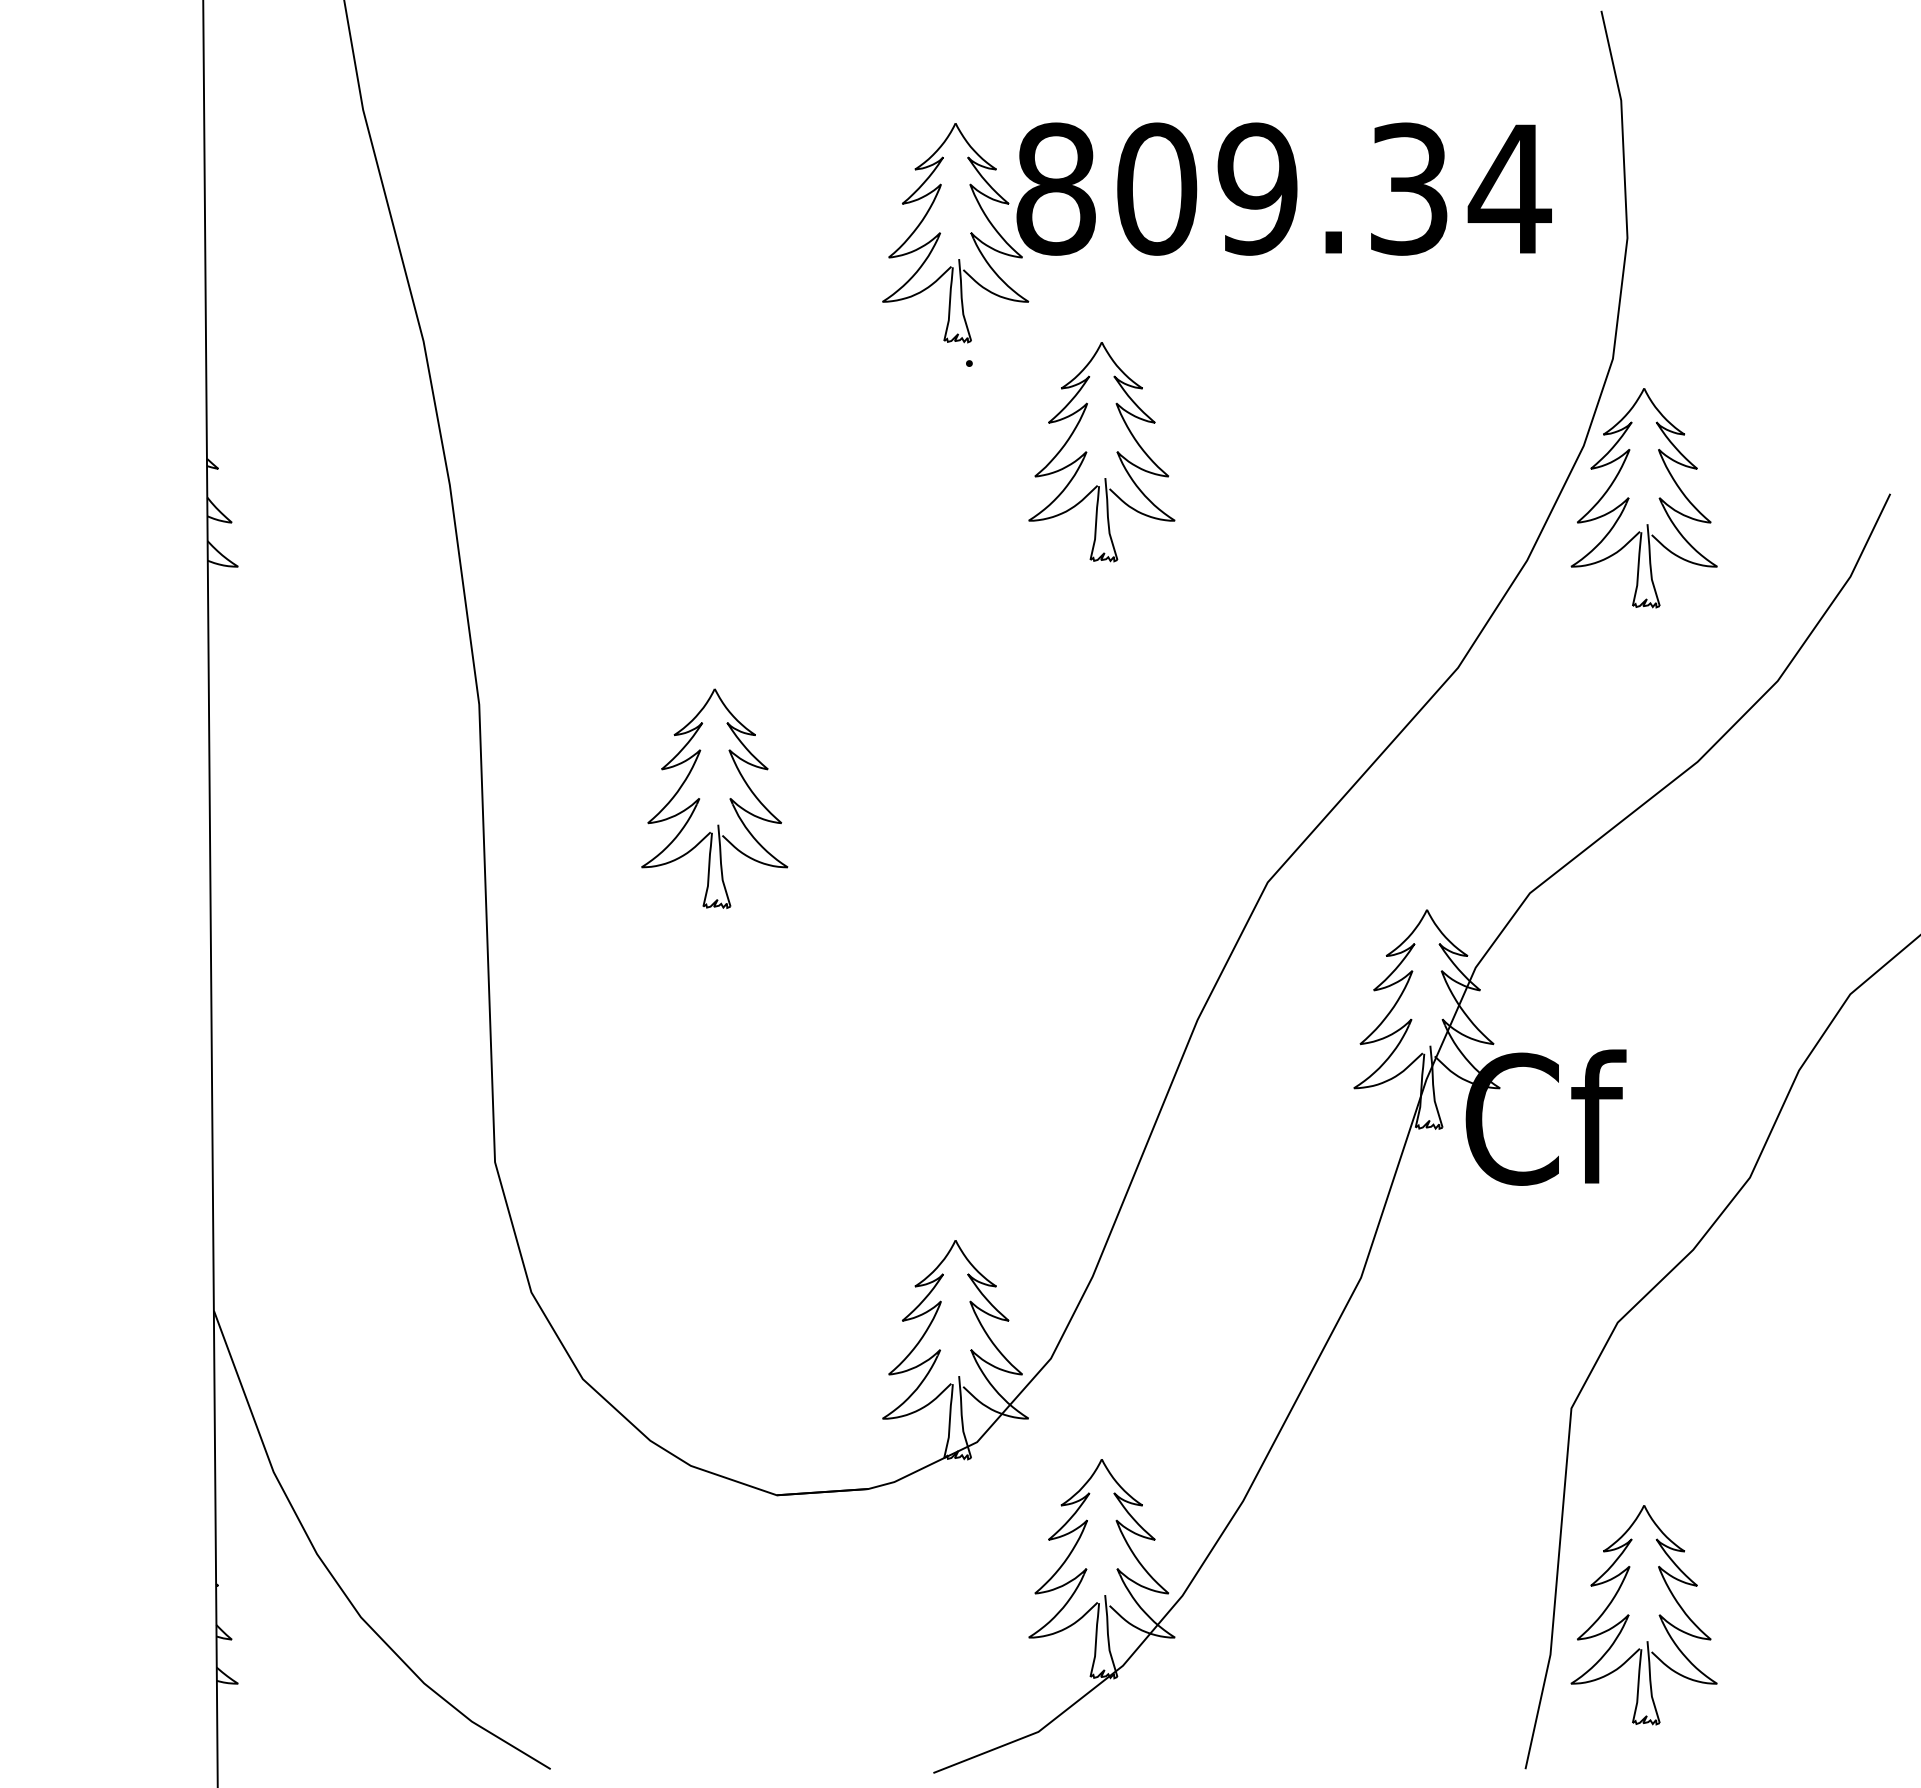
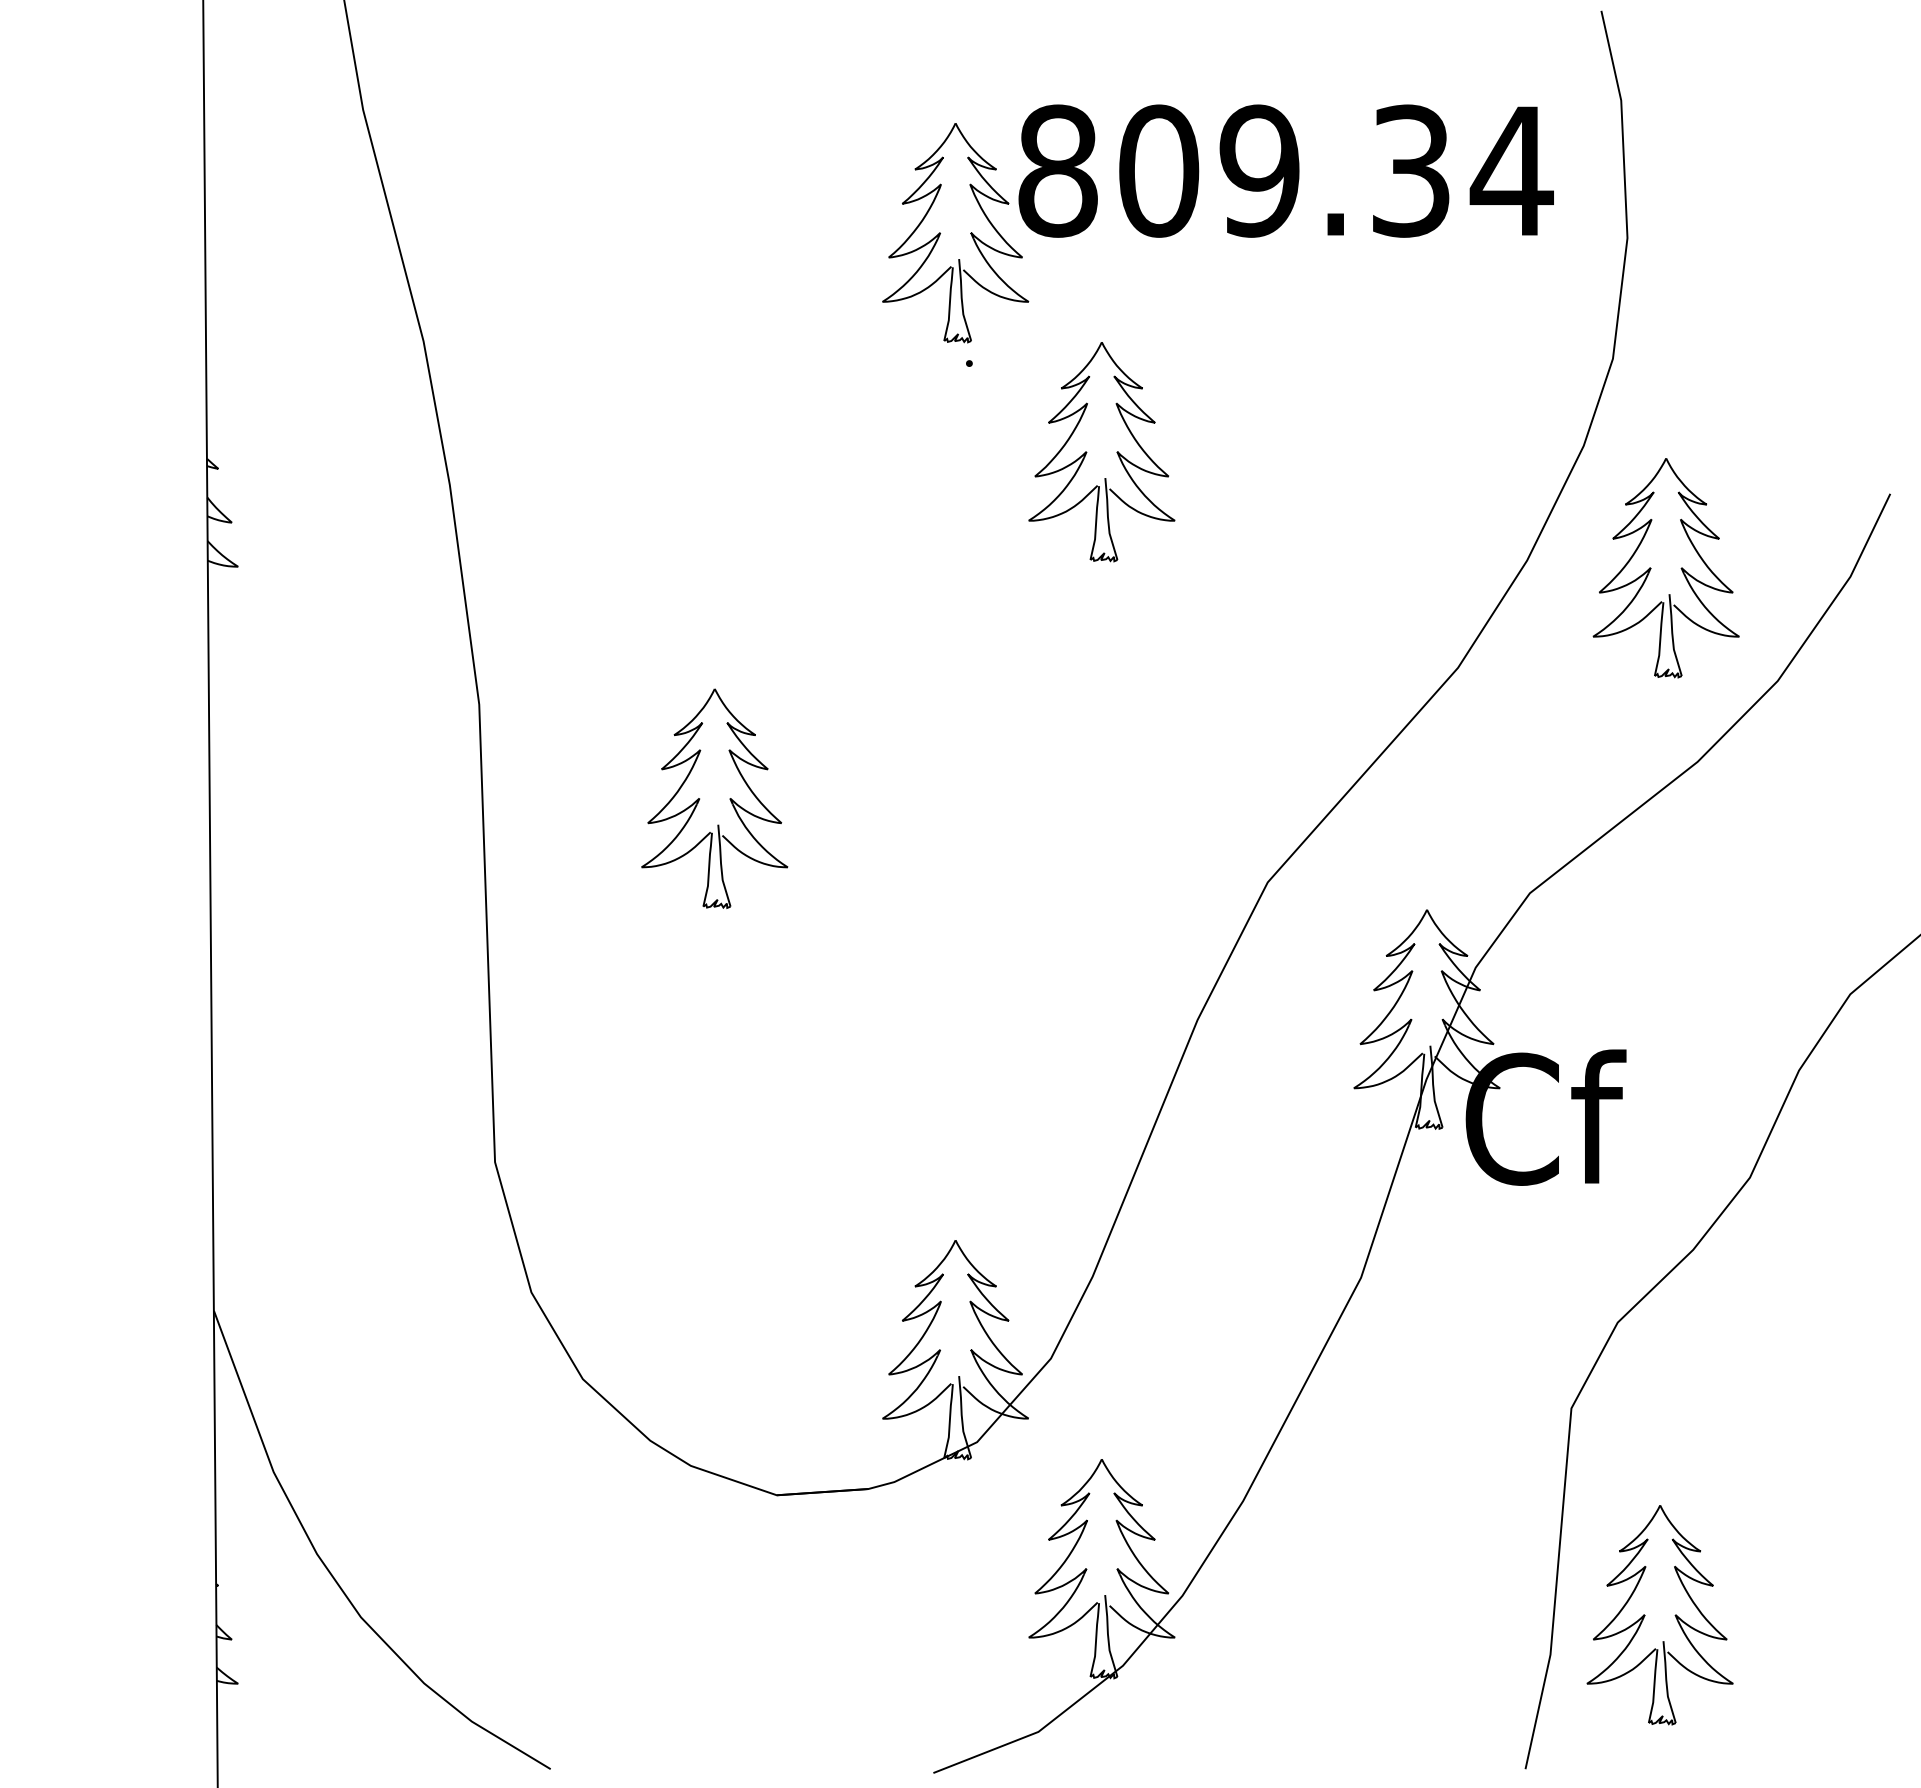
text at (1283, 188) position: (1283, 188) -> (1285, 170)
part at (1629, 498) position: (1629, 498) -> (1651, 568)
part at (1629, 1615) position: (1629, 1615) -> (1645, 1615)
